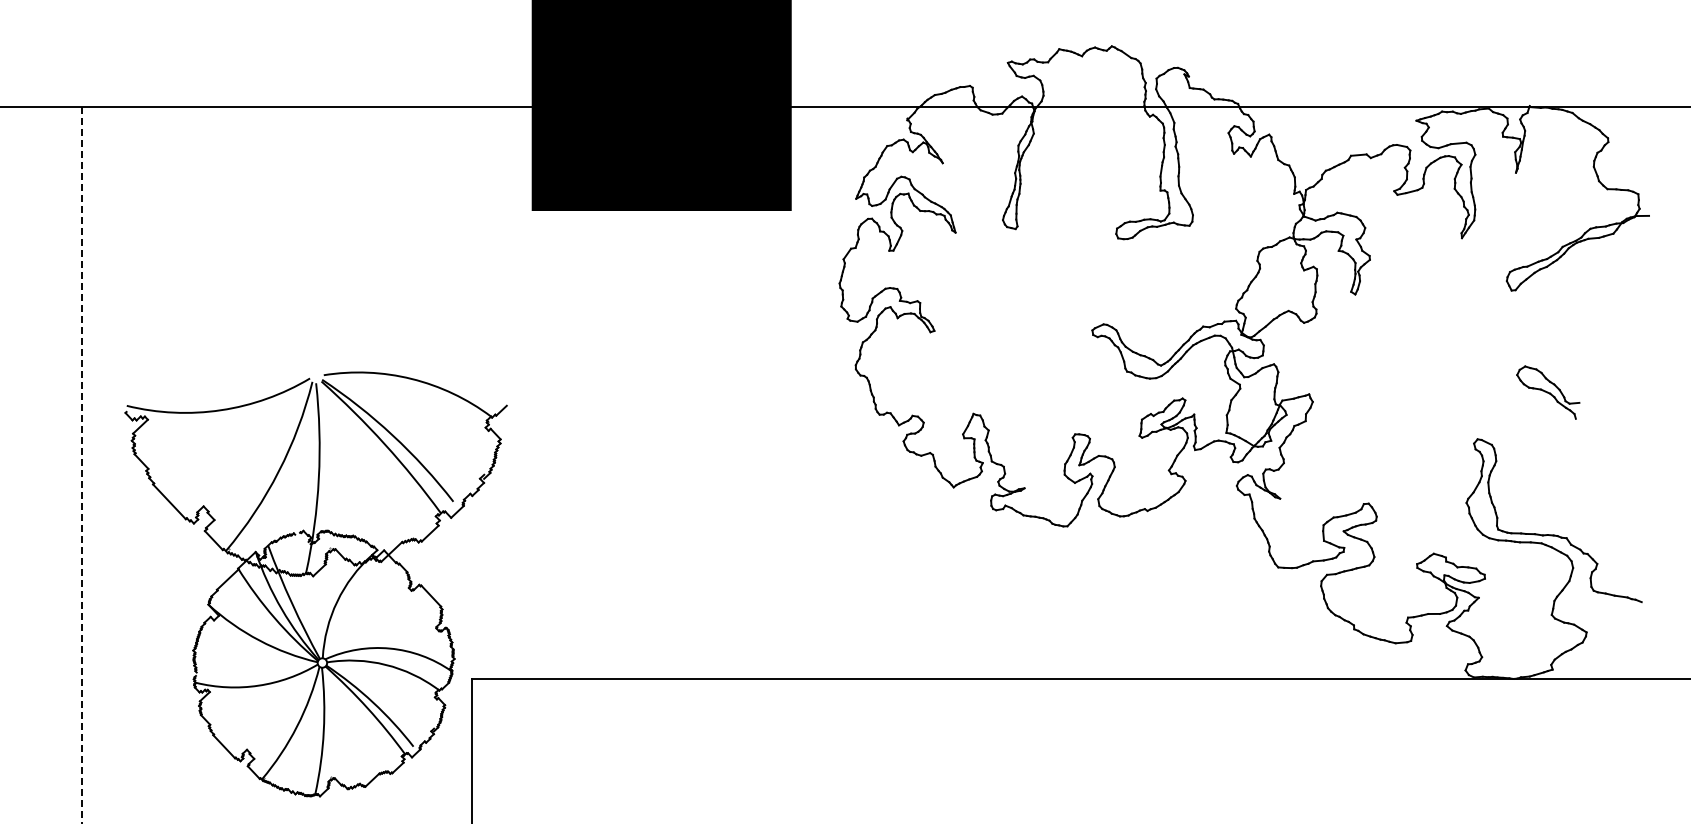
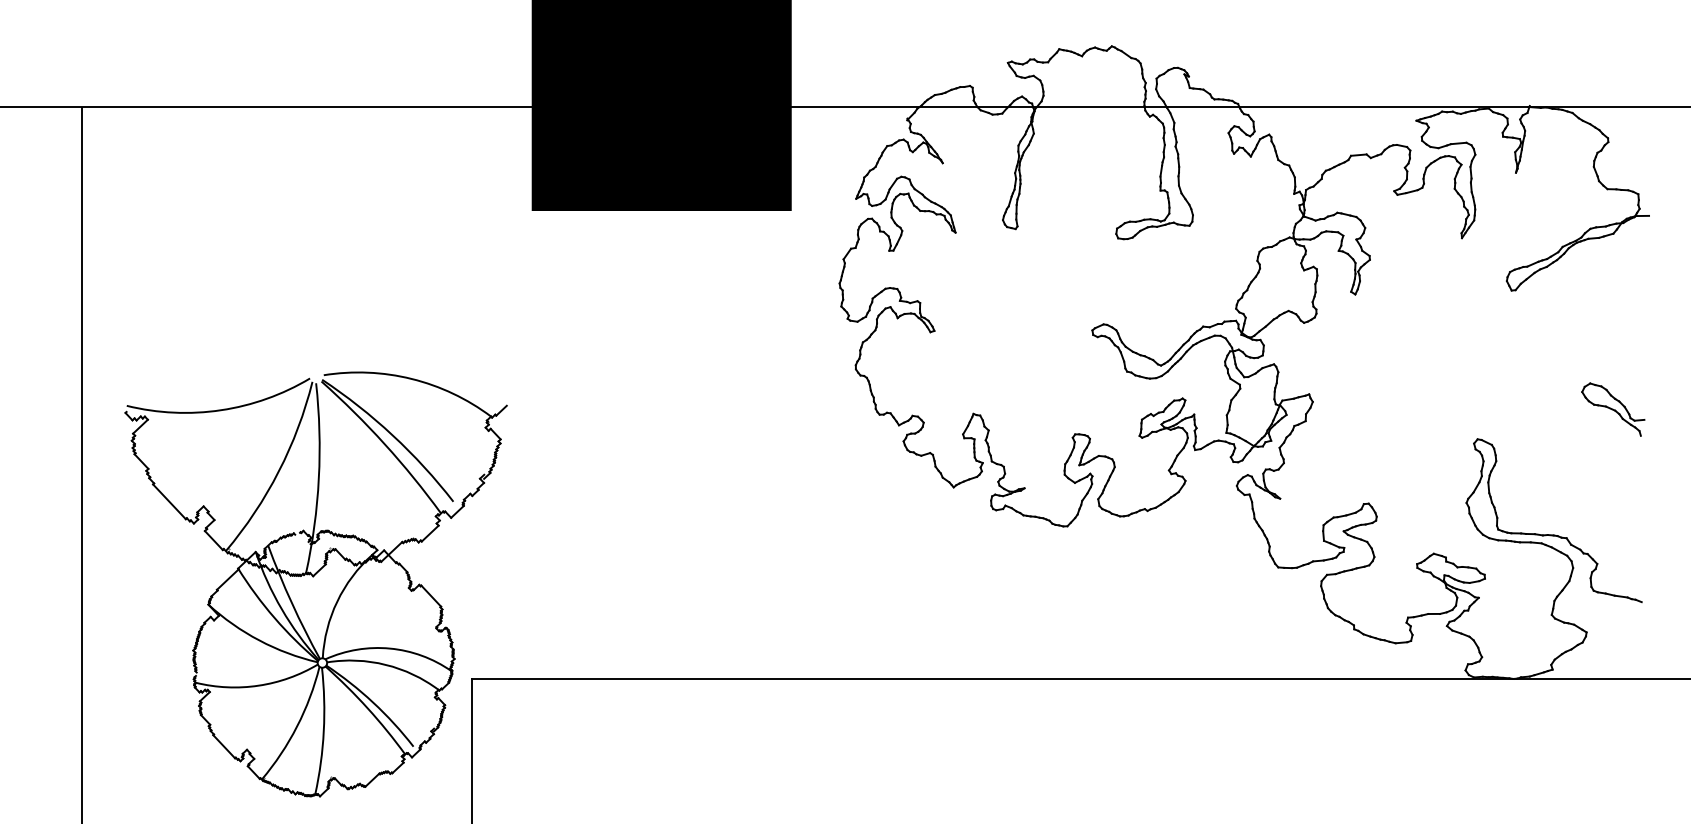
part at (1548, 392) position: (1548, 392) -> (1613, 409)
line at (81, 465): dashed -> solid
